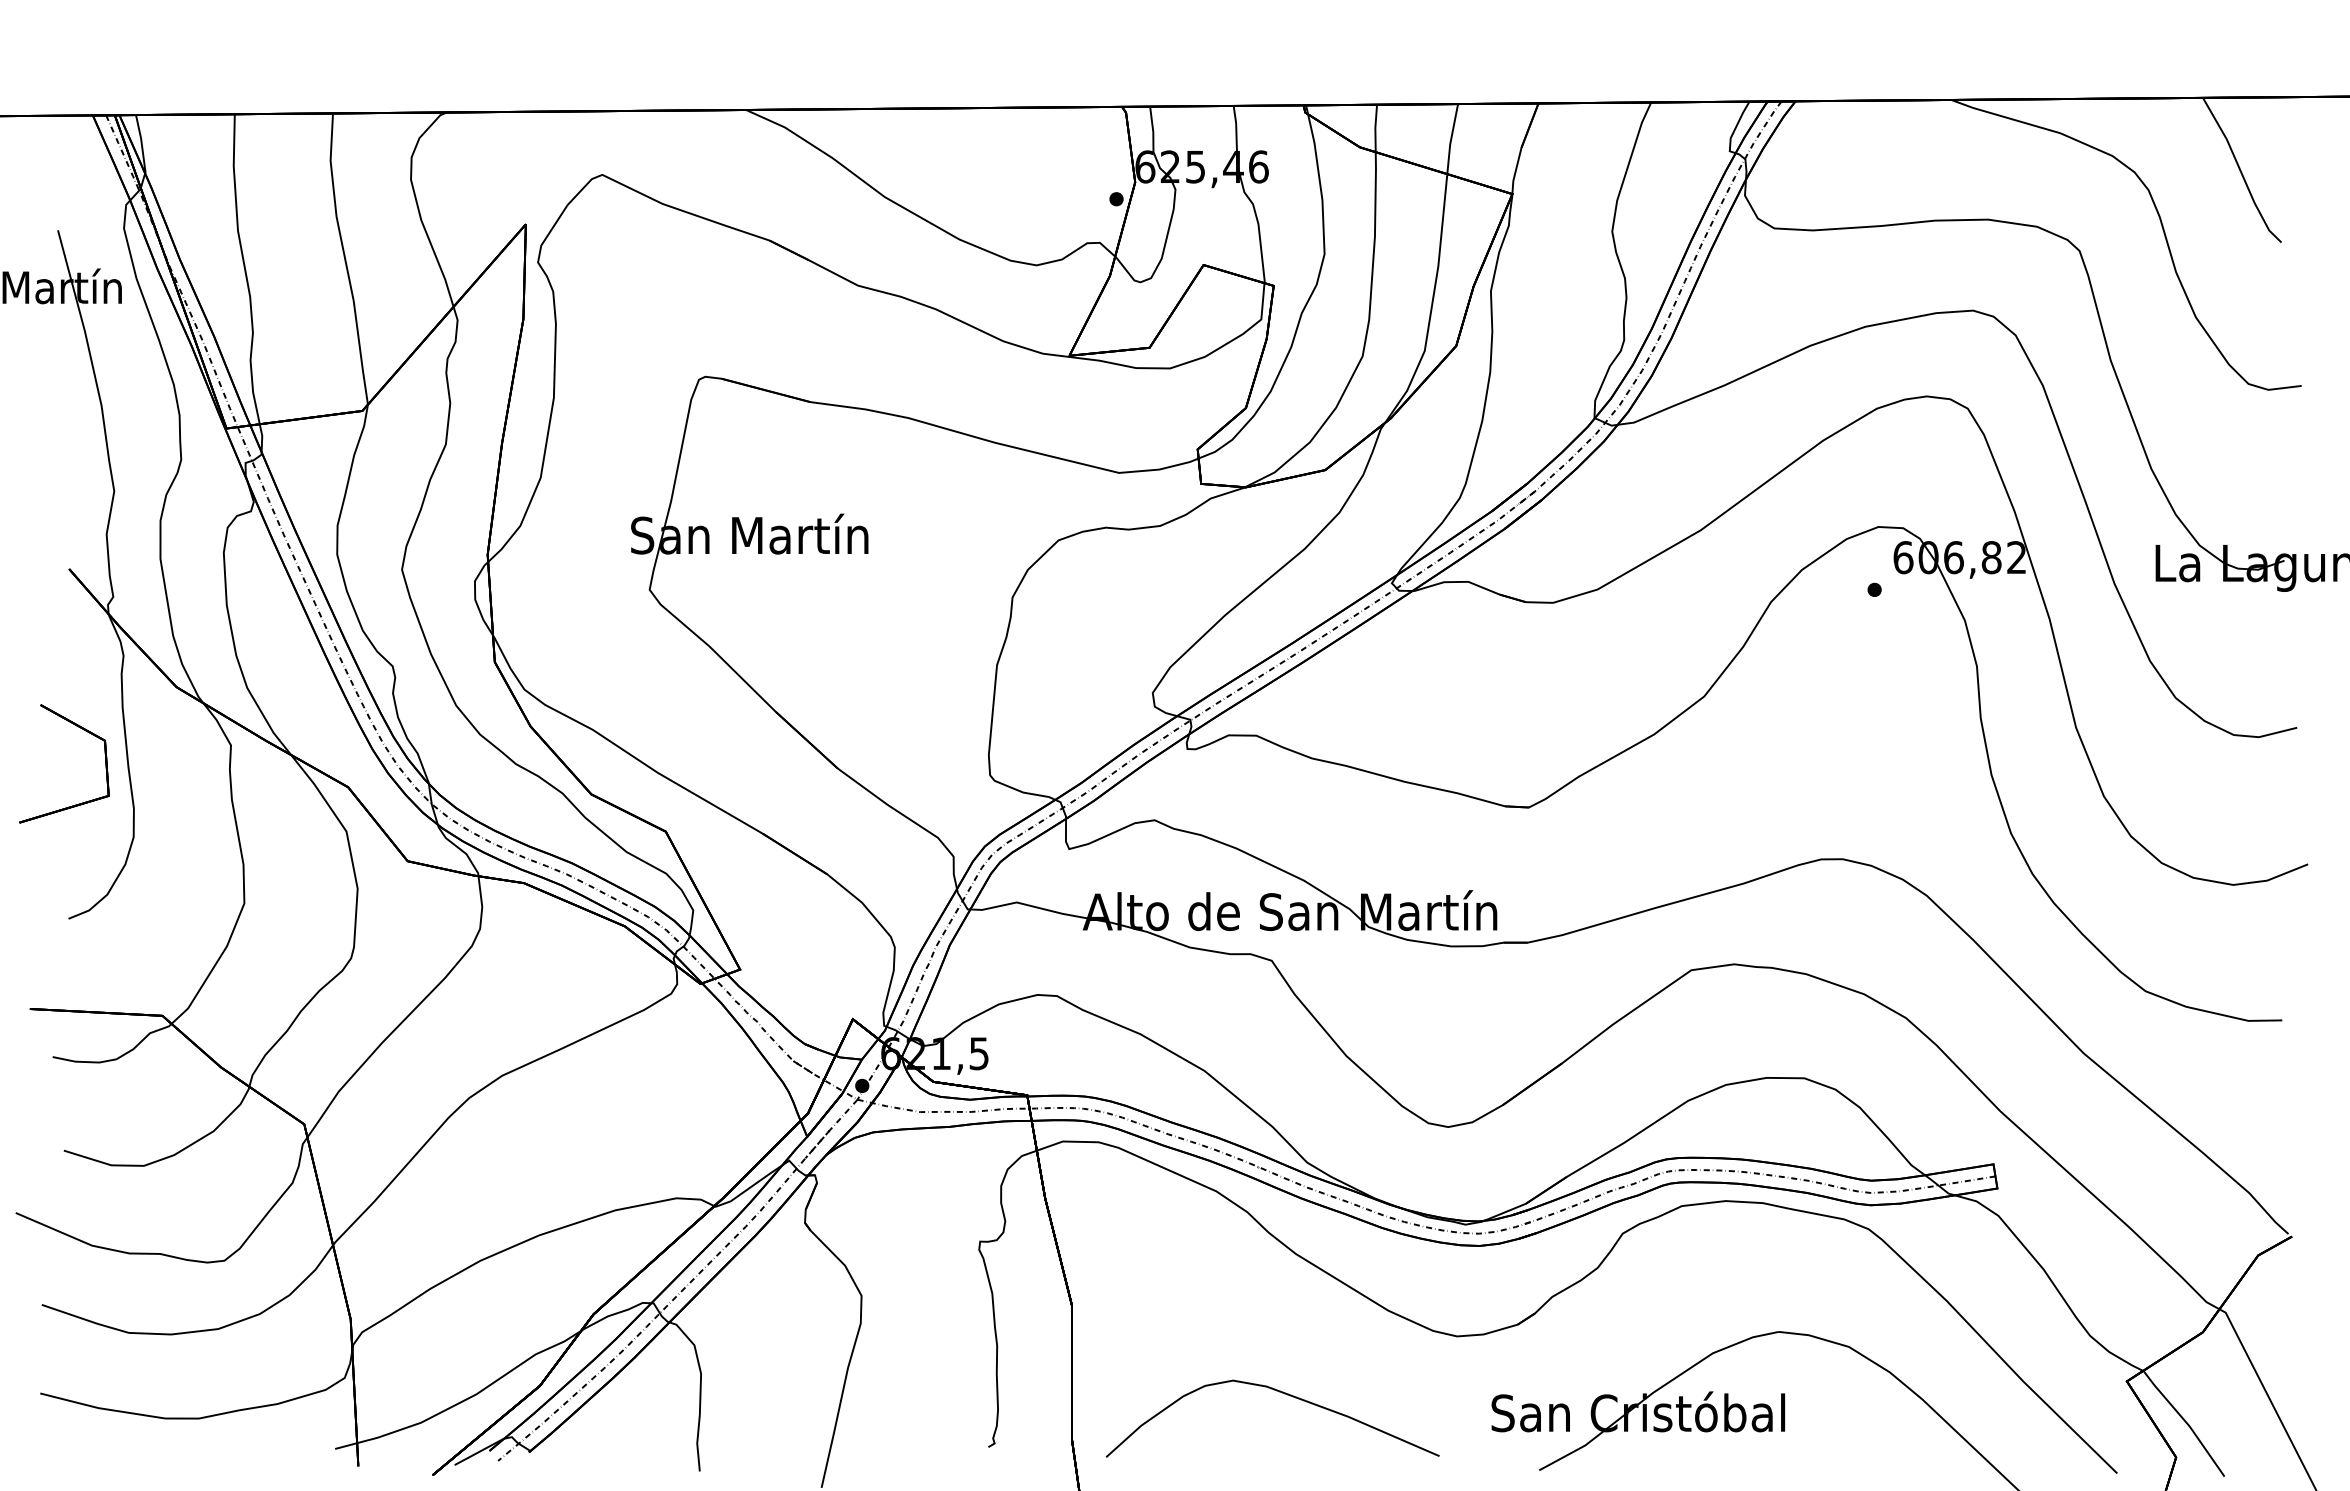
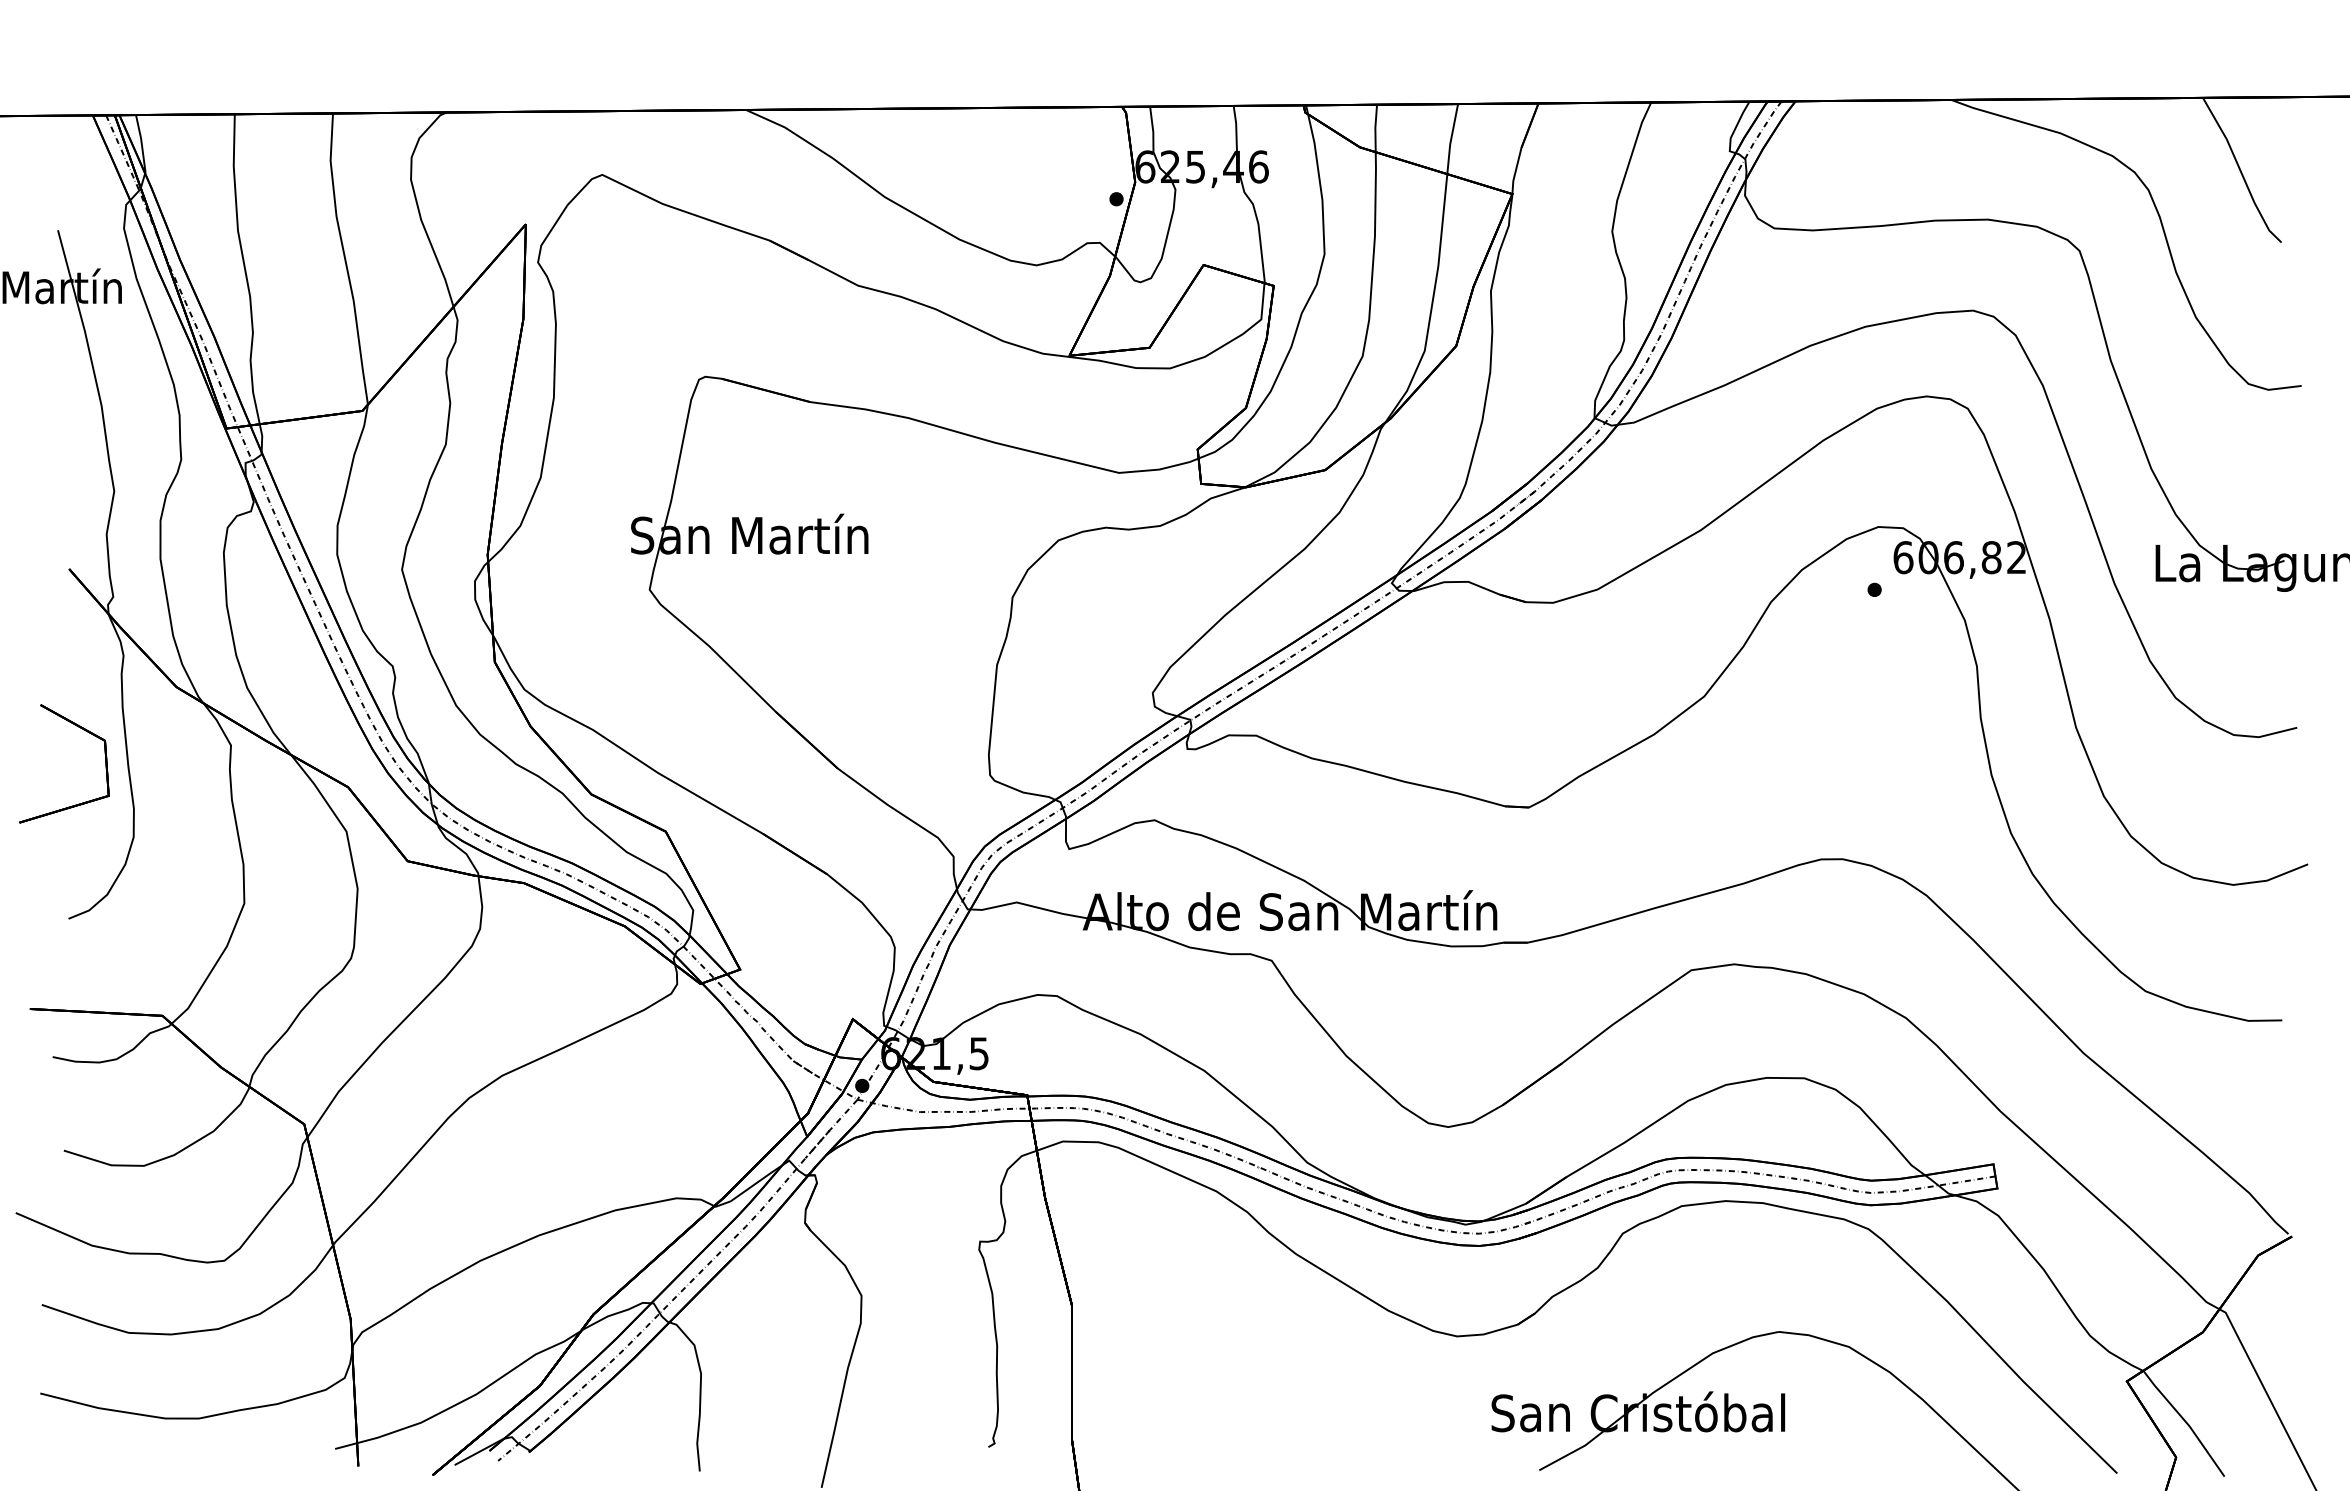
curve at (1284, 1394): present -> none
